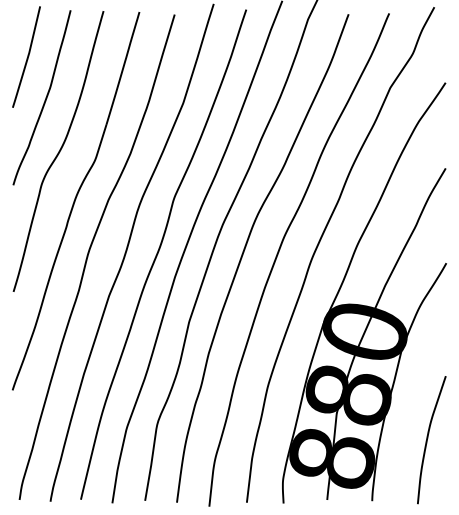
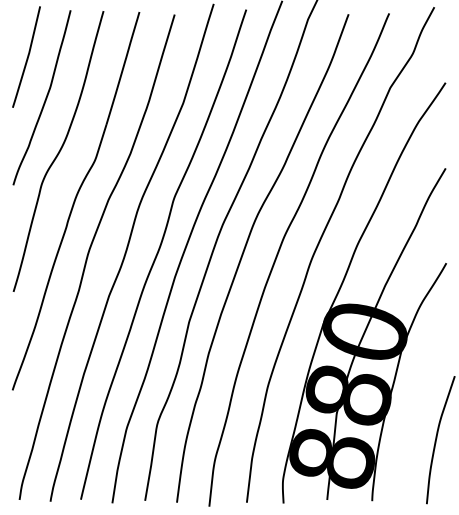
curve at (428, 438) position: (428, 438) -> (437, 438)
